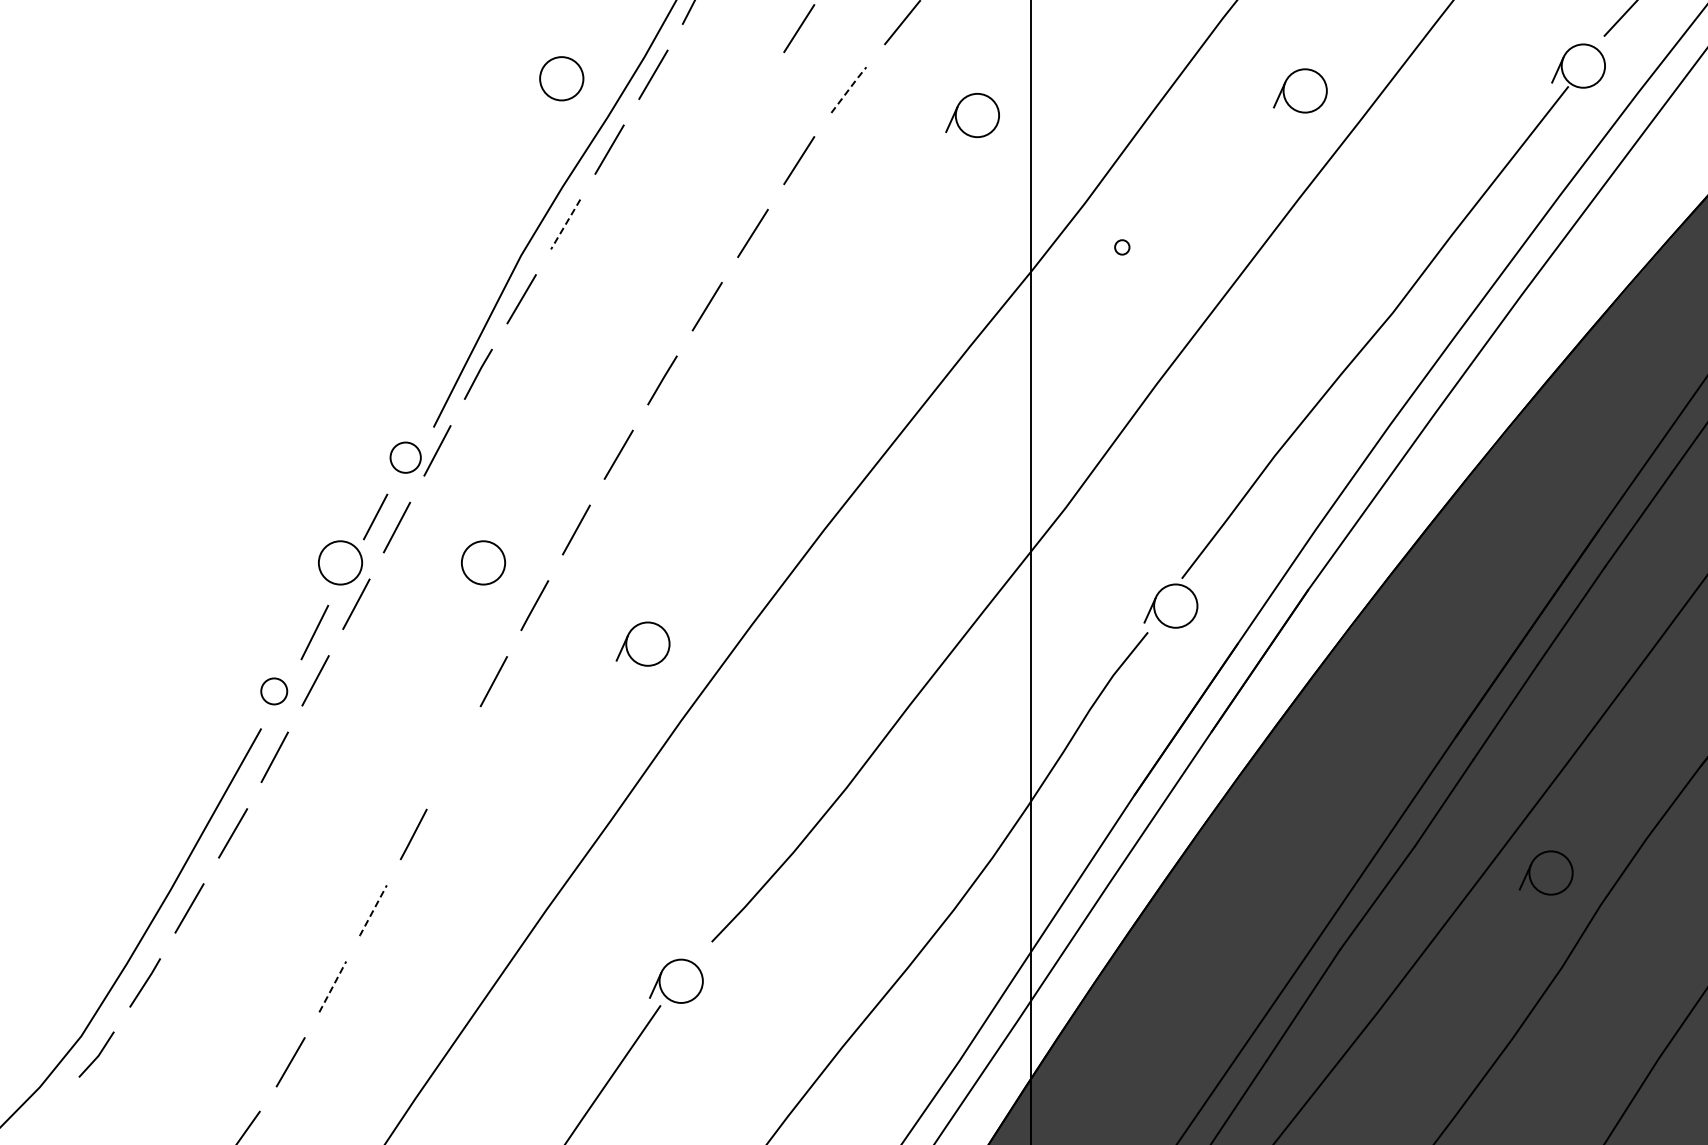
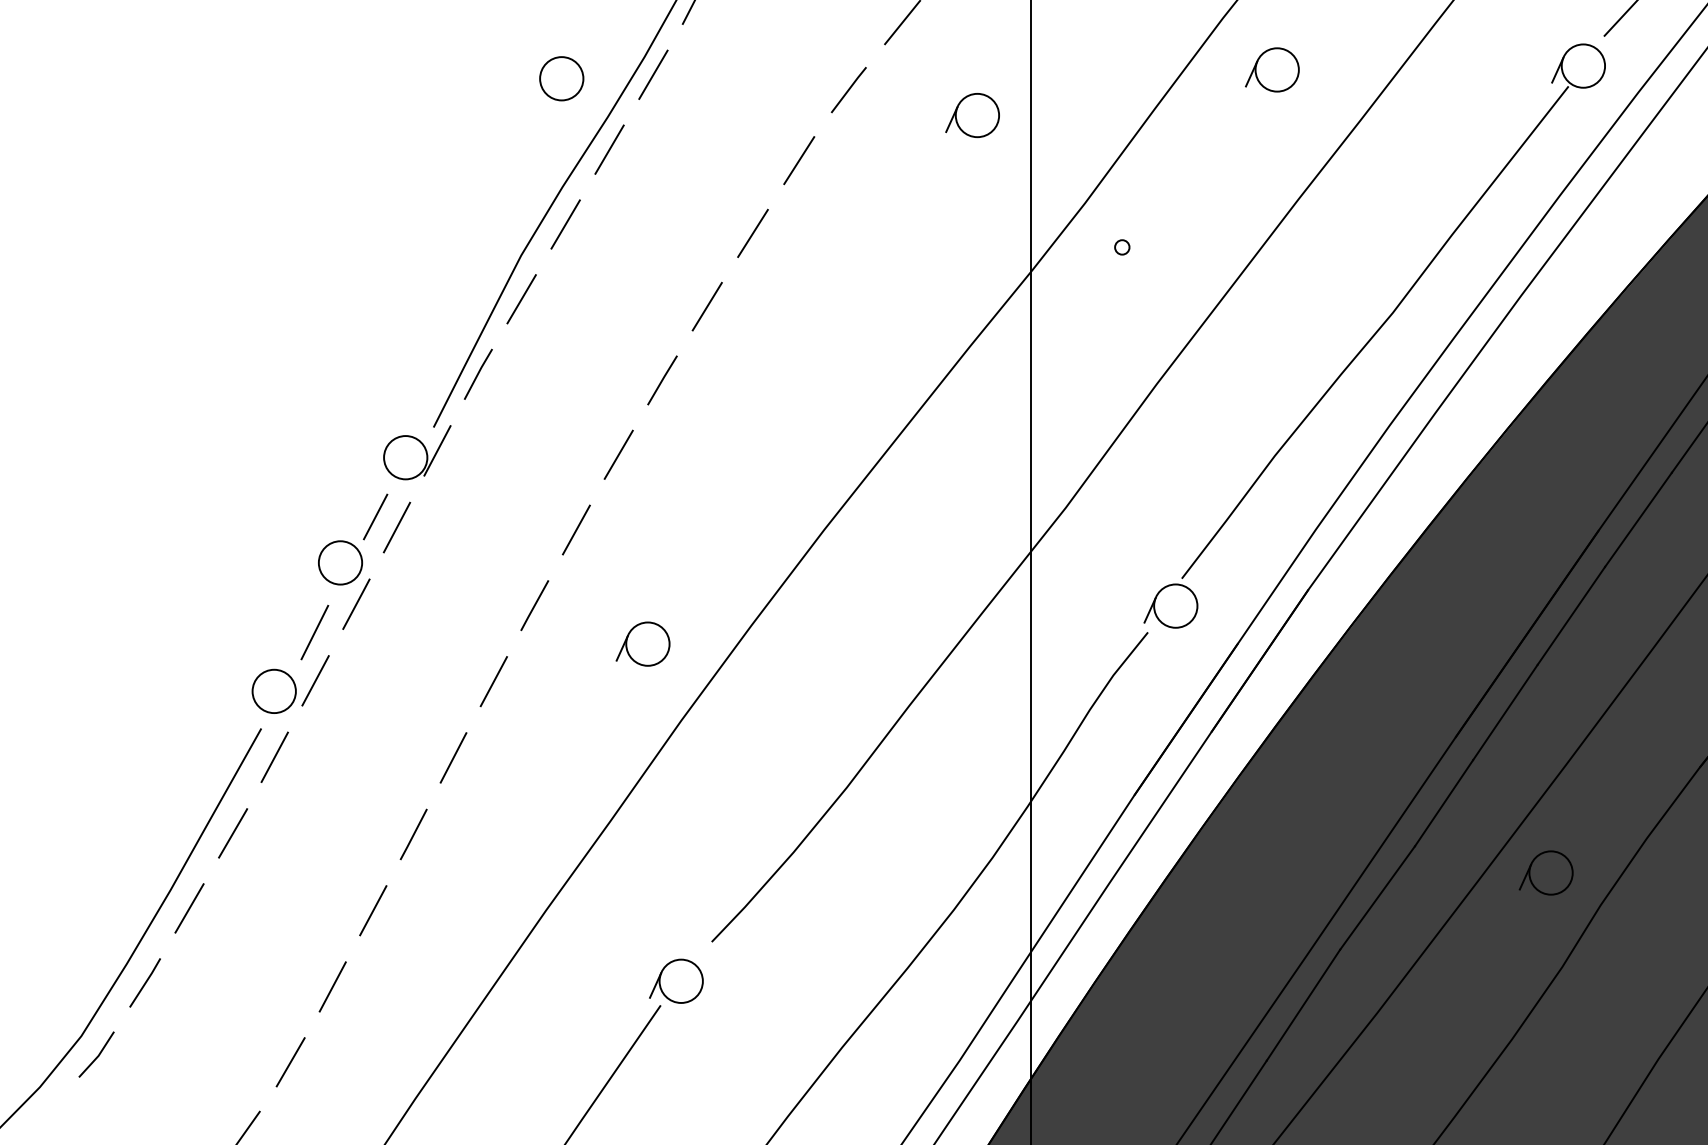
line at (799, 28): present -> none
line at (849, 89): dashed -> solid
part at (1300, 90) position: (1300, 90) -> (1272, 69)
line at (565, 224): dashed -> solid
circle at (405, 457) diameter: 30 px -> 43 px
circle at (483, 562): present -> none
circle at (274, 691) diameter: 26 px -> 43 px
line at (453, 757): none -> present
line at (372, 911): dashed -> solid
line at (332, 986): dashed -> solid
